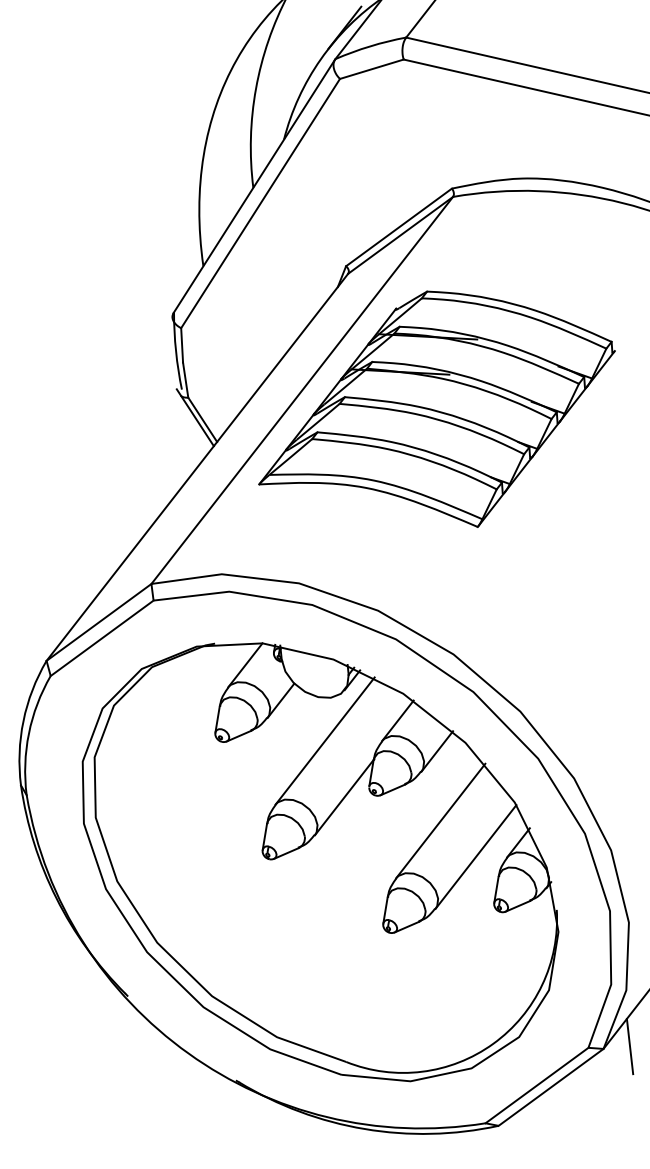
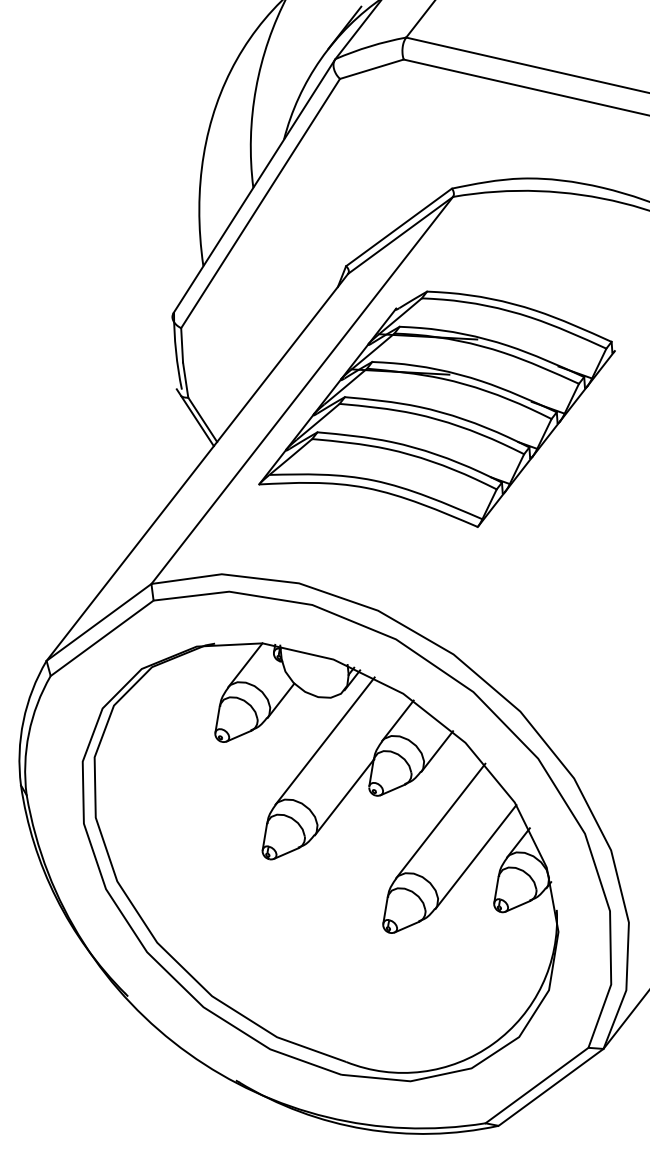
line at (629, 1046): present -> none
